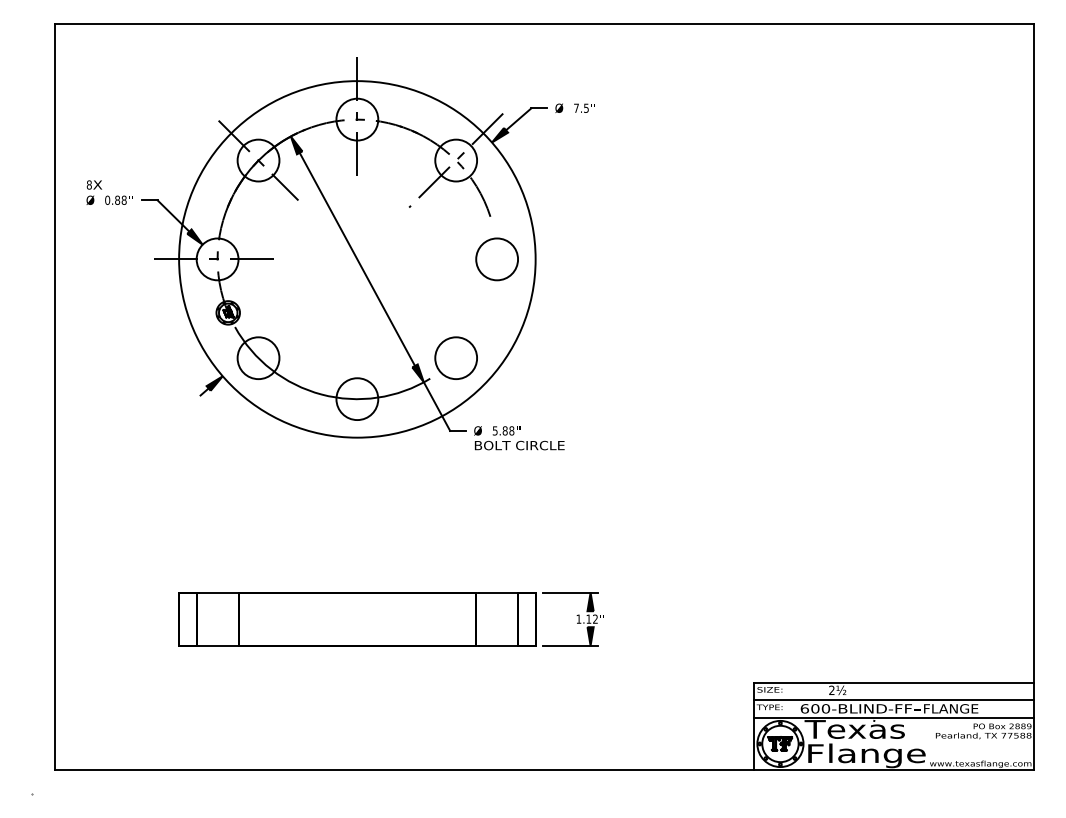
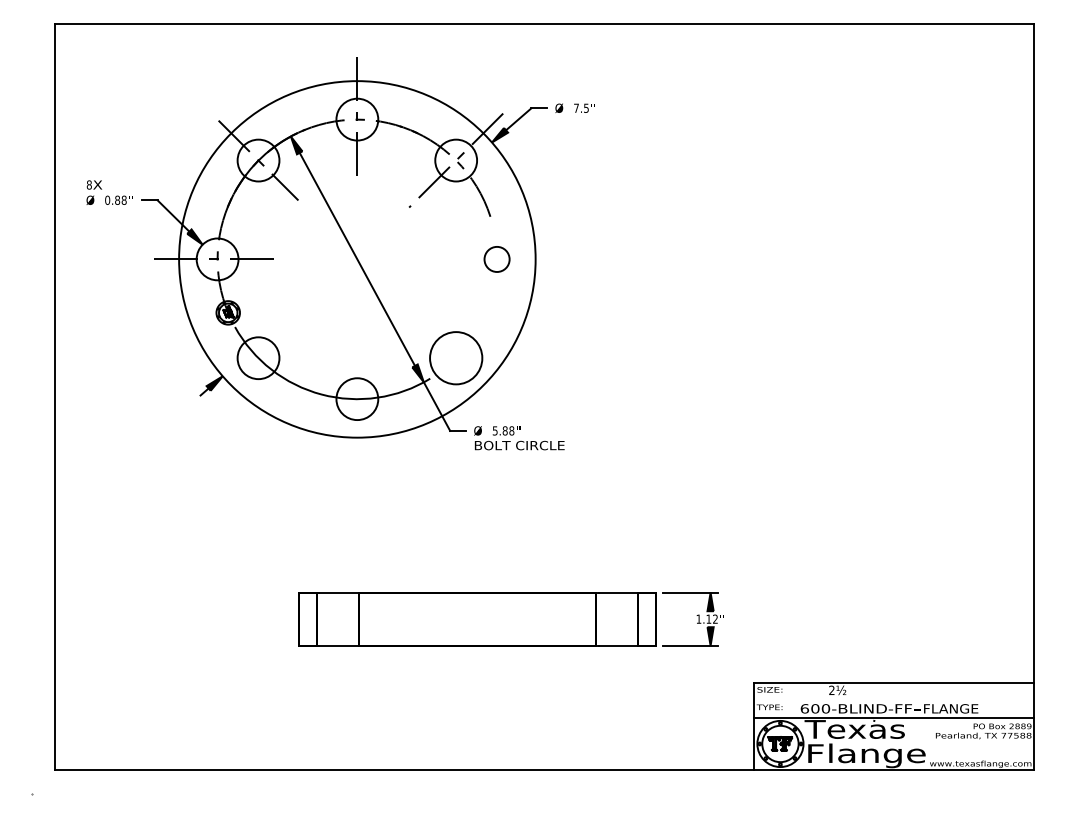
circle at (496, 259) size: 44x45 px -> 28x27 px
circle at (456, 358) diameter: 42 px -> 52 px
part at (390, 619) position: (390, 619) -> (510, 619)
line at (894, 700): present -> none
